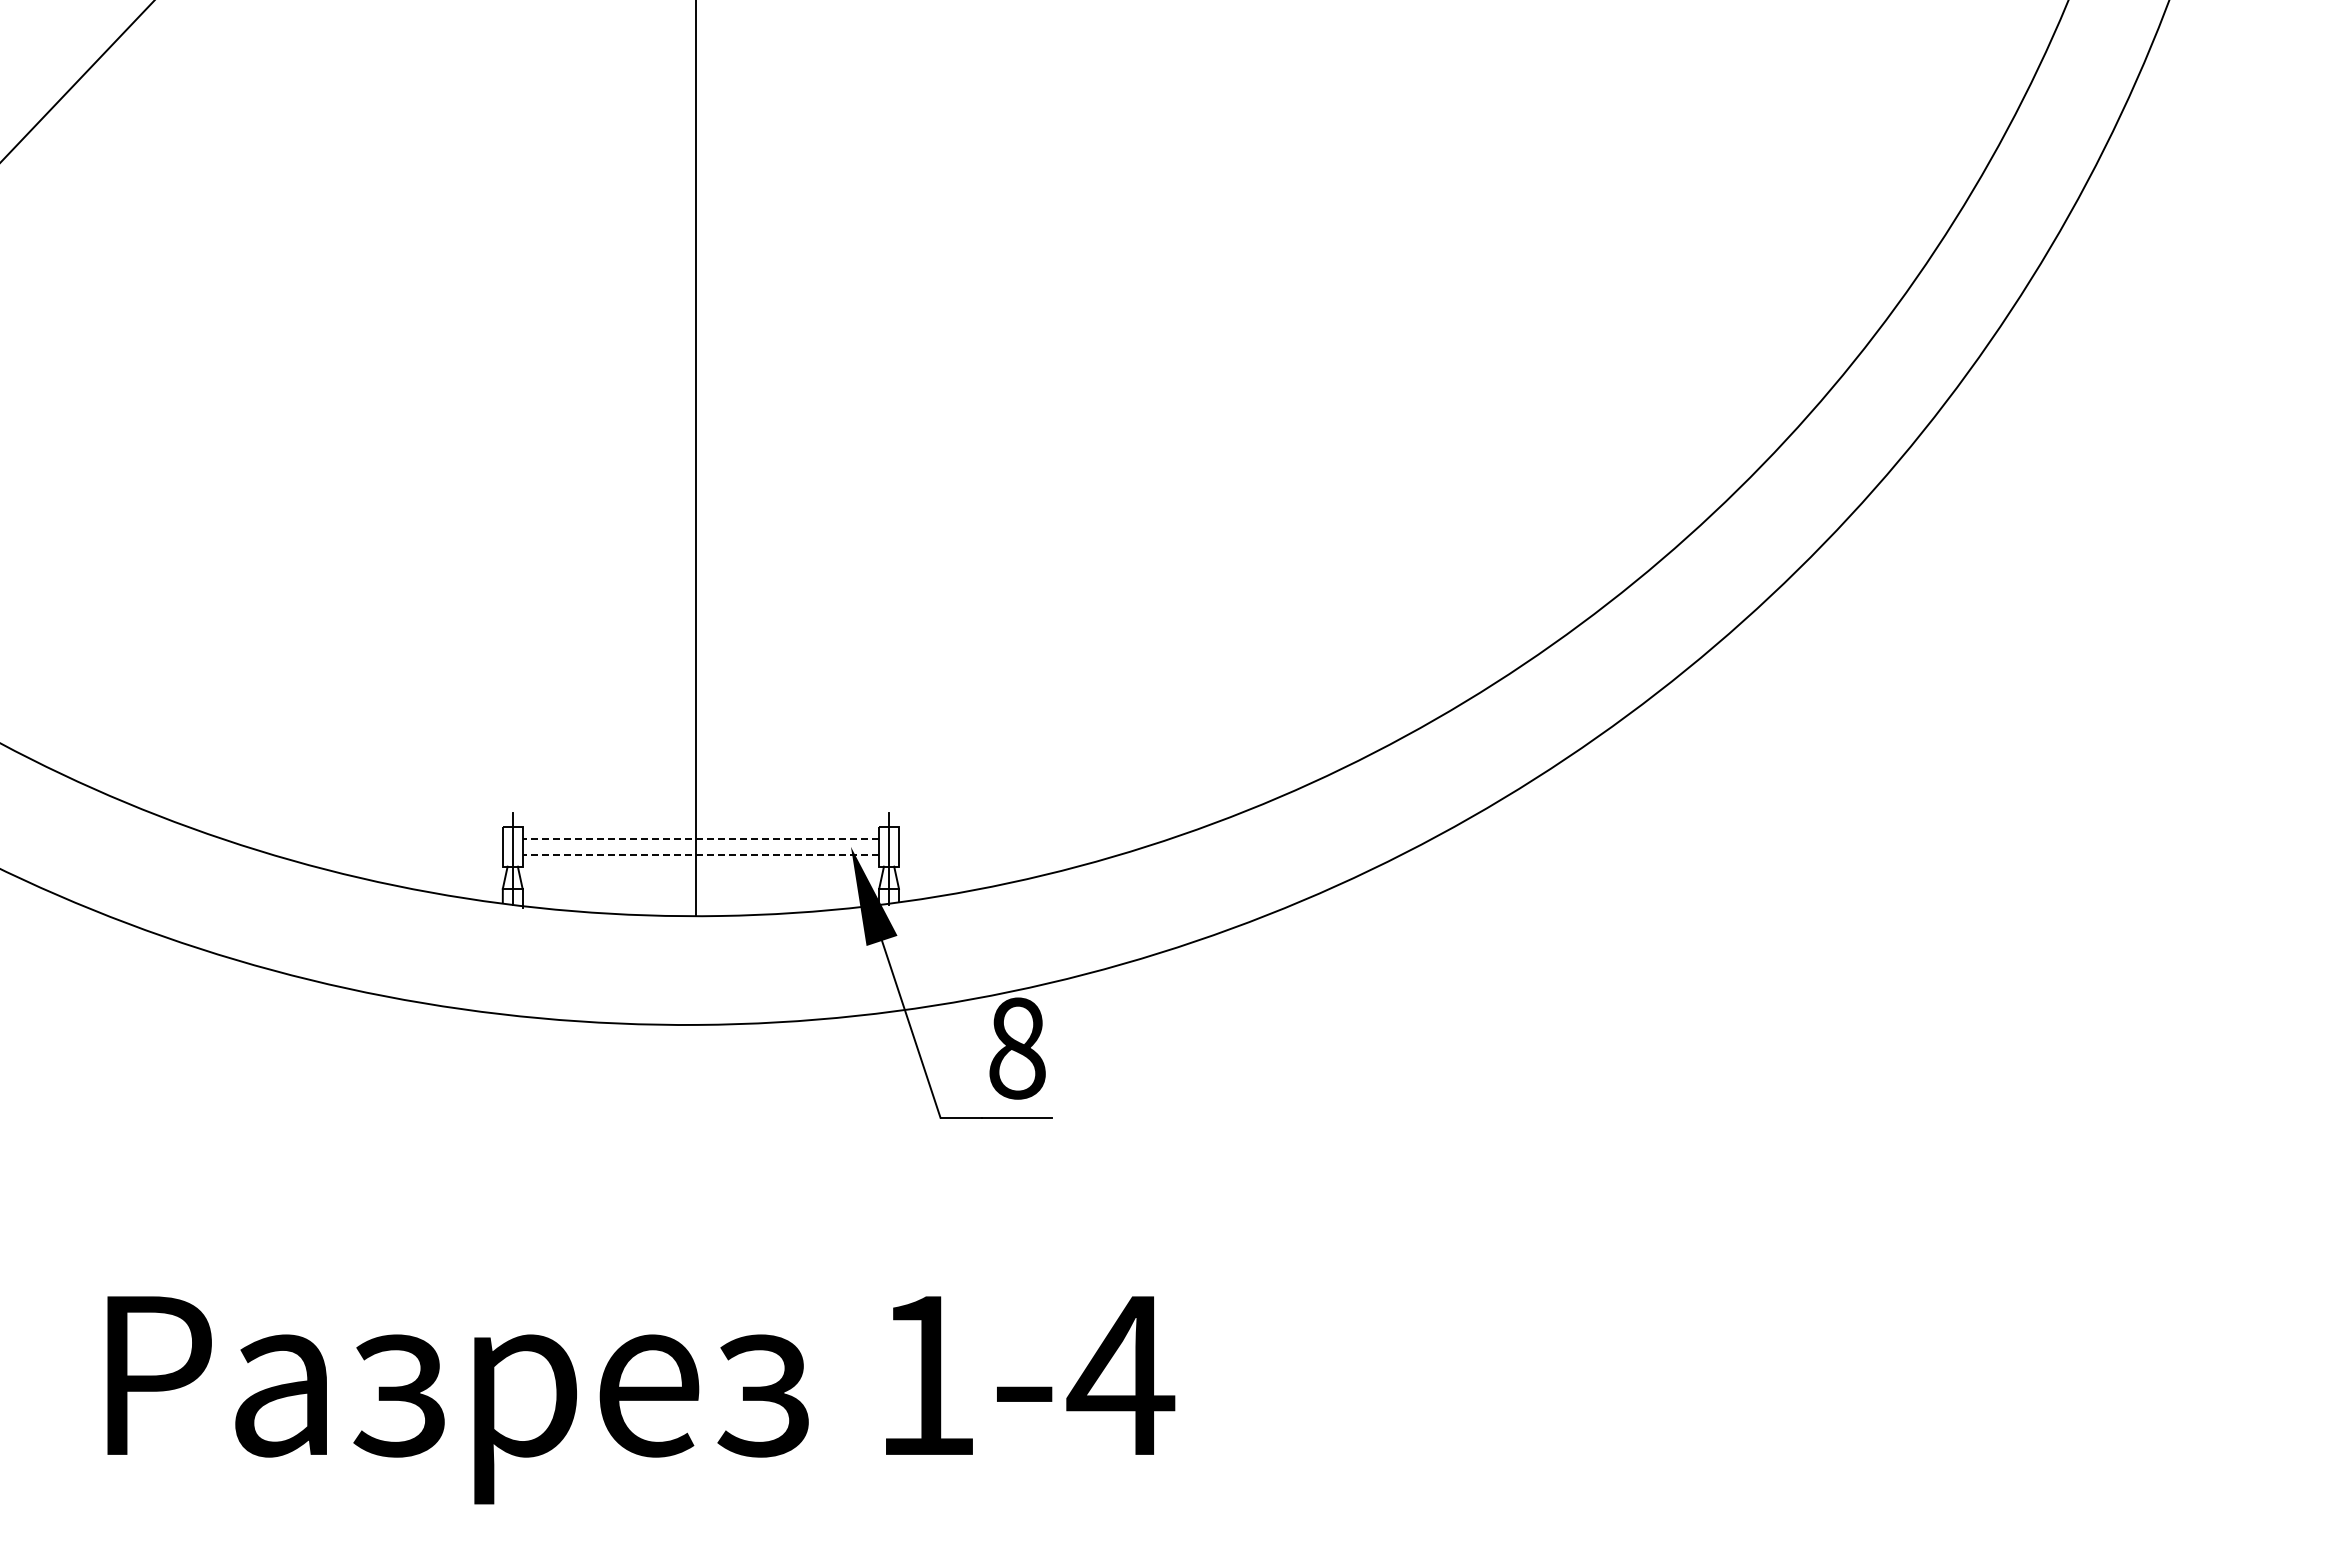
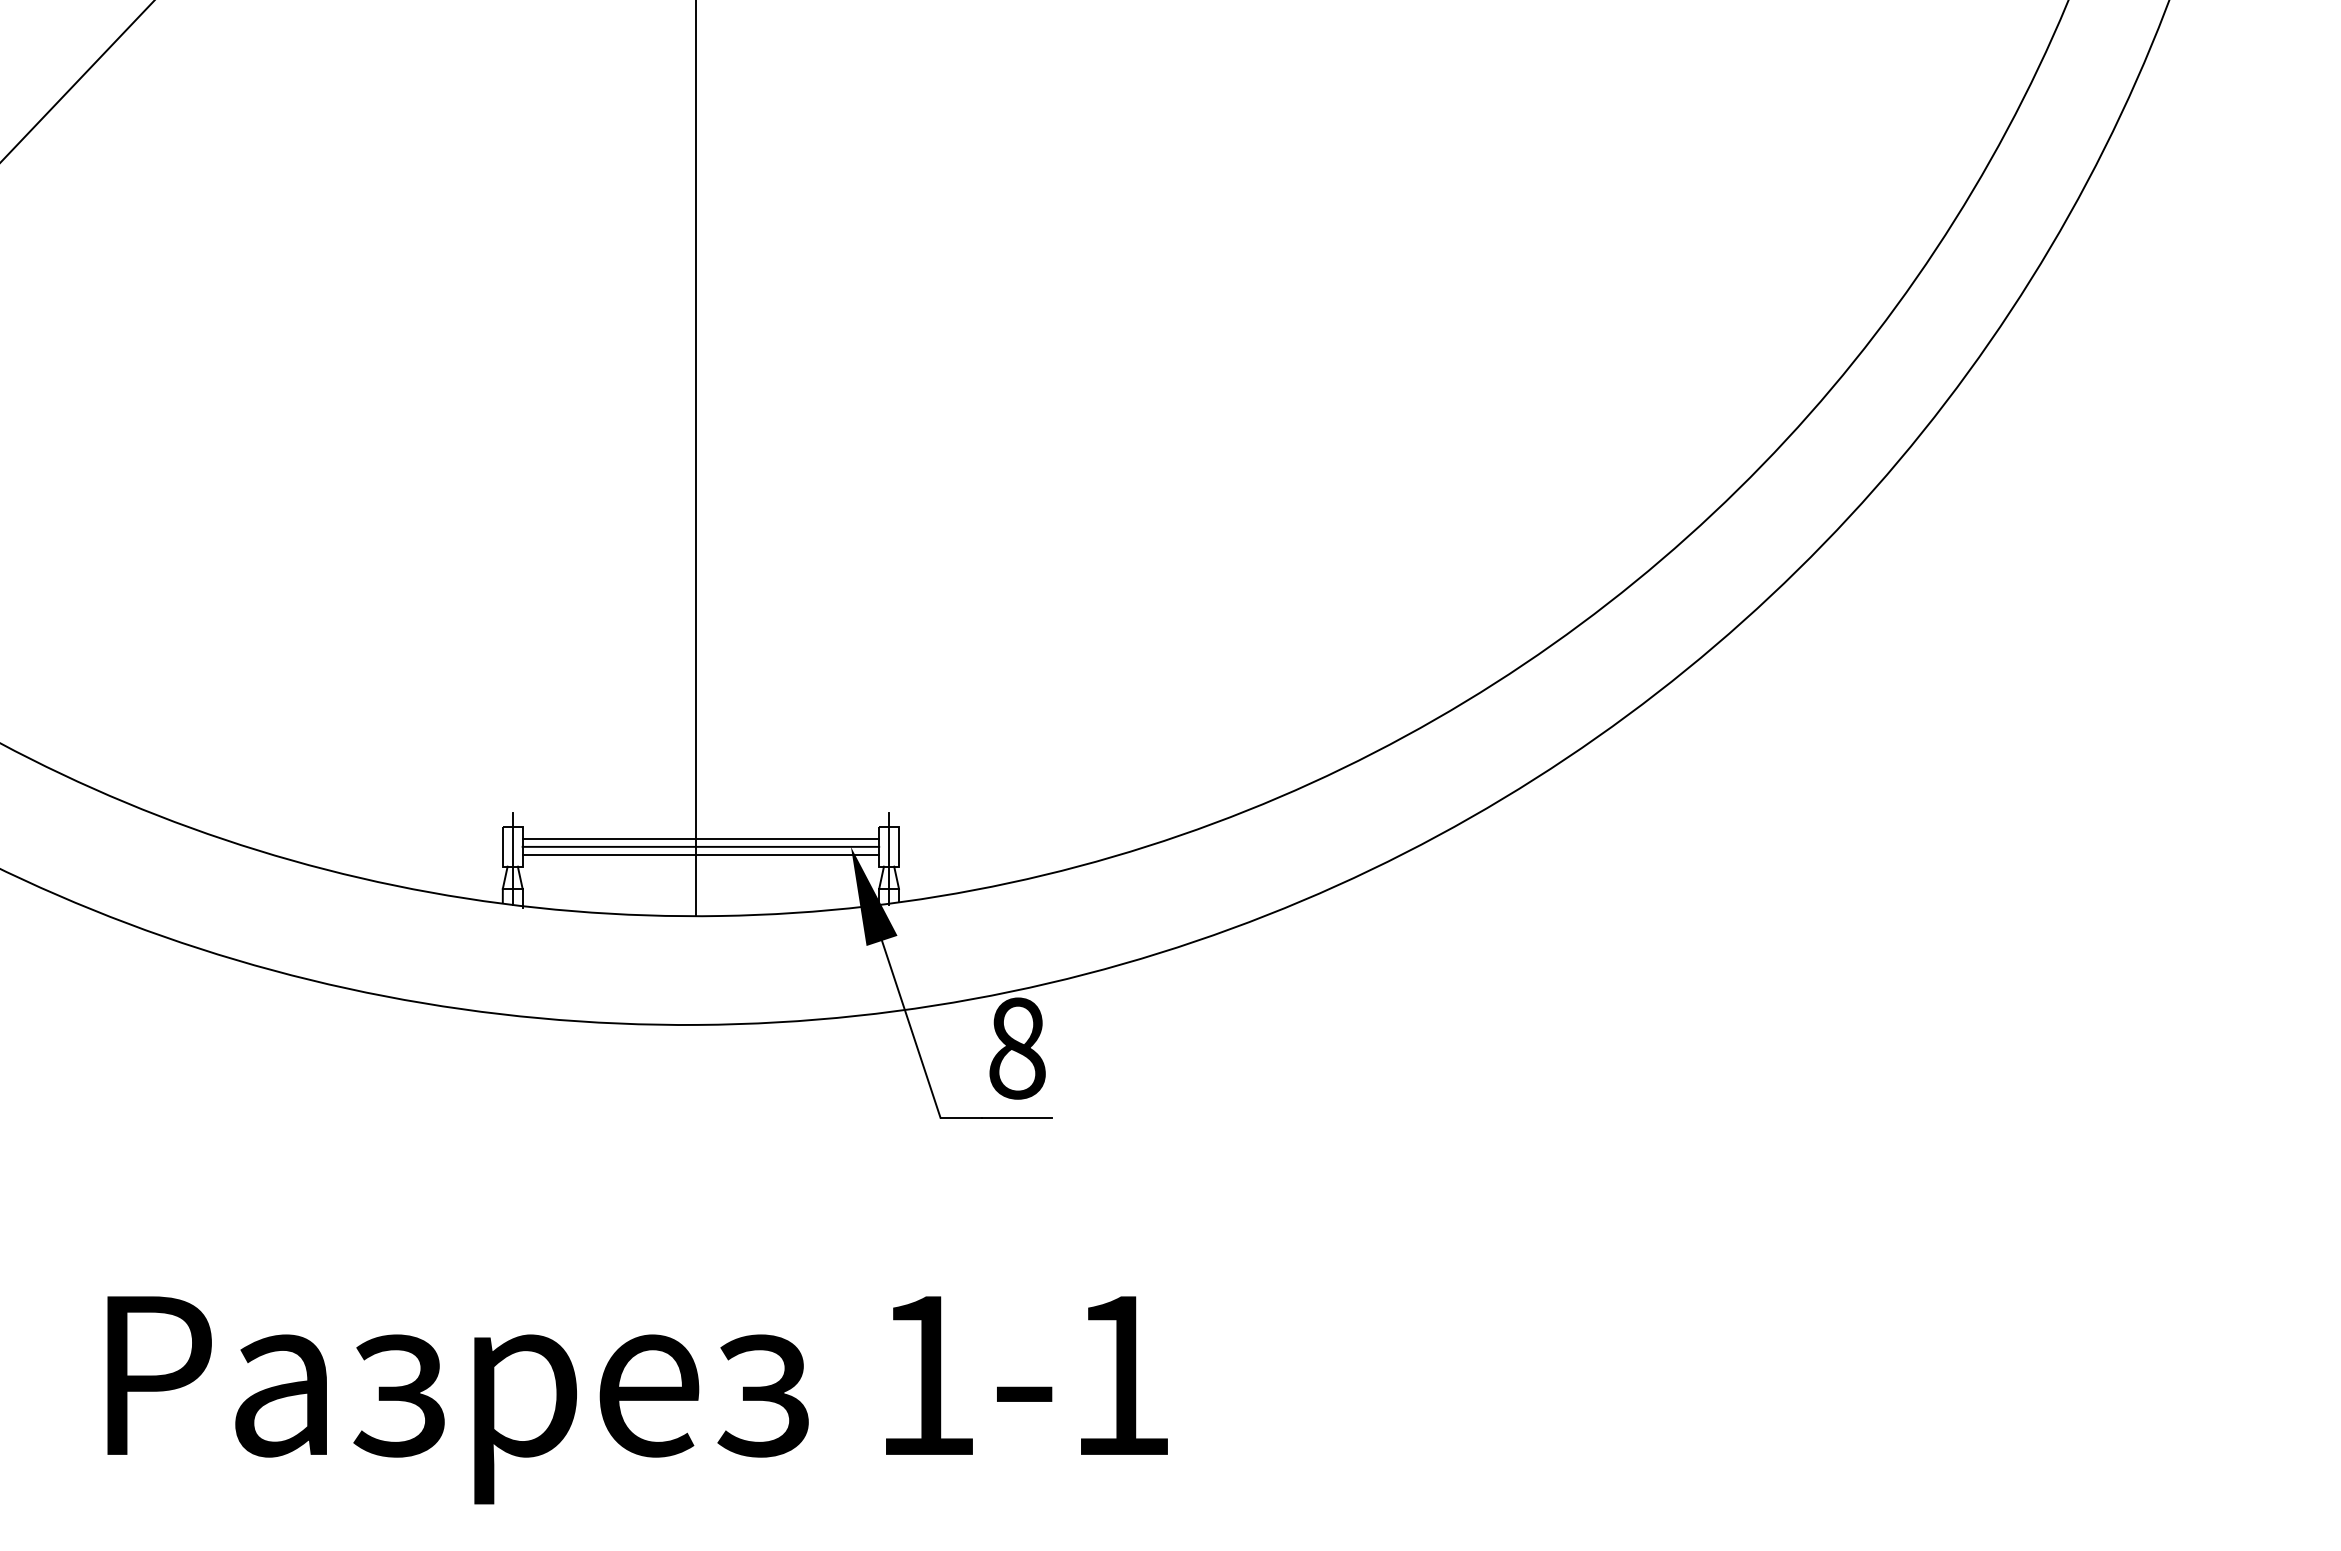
line at (700, 838): dashed -> solid
line at (700, 846): none -> present
line at (700, 854): dashed -> solid
text at (1120, 1375): 1-4 -> 1-1
